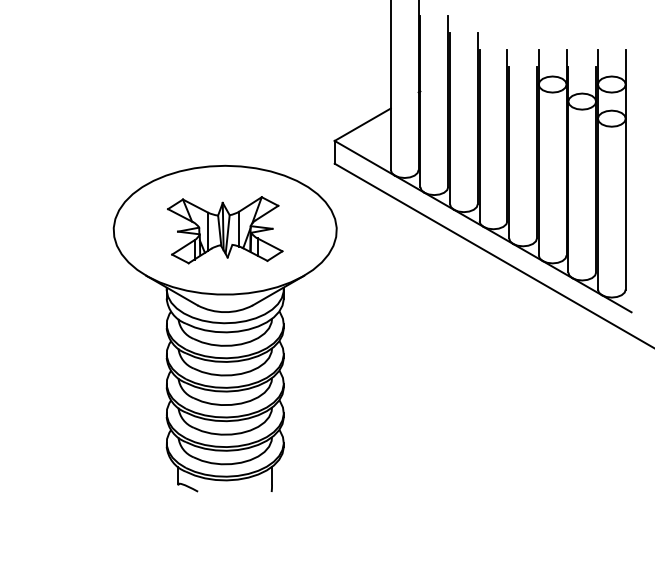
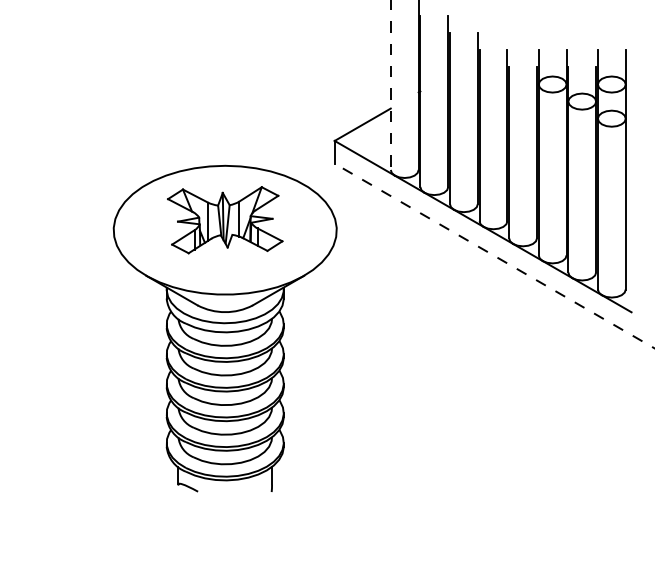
line at (390, 85): solid -> dashed
part at (225, 230) position: (225, 230) -> (225, 220)
line at (494, 255): solid -> dashed
